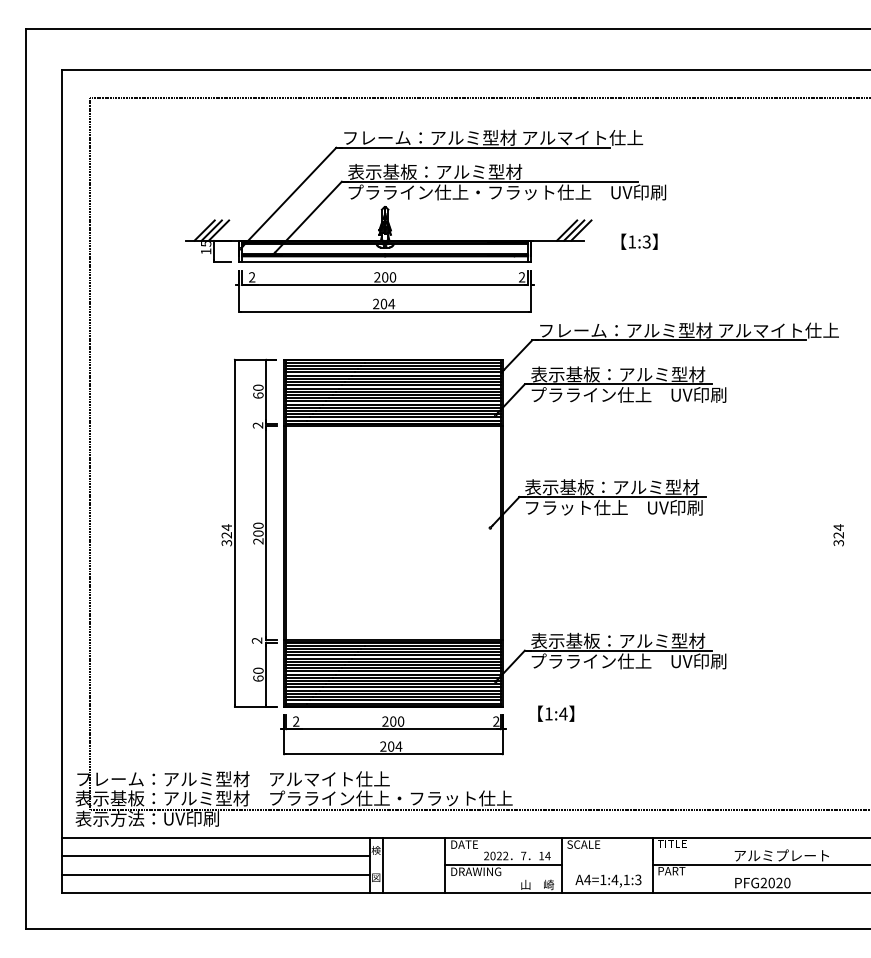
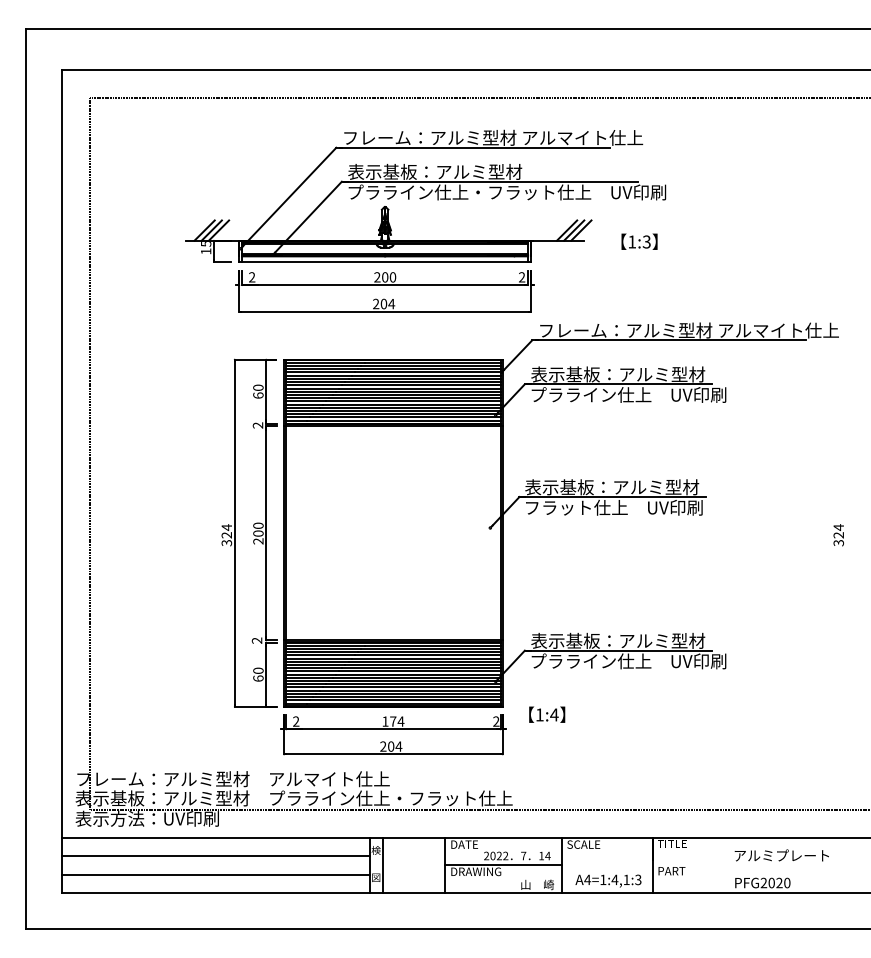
text at (556, 713) position: (556, 713) -> (547, 714)
text at (393, 721): 200 -> 174
line at (760, 865): present -> none
